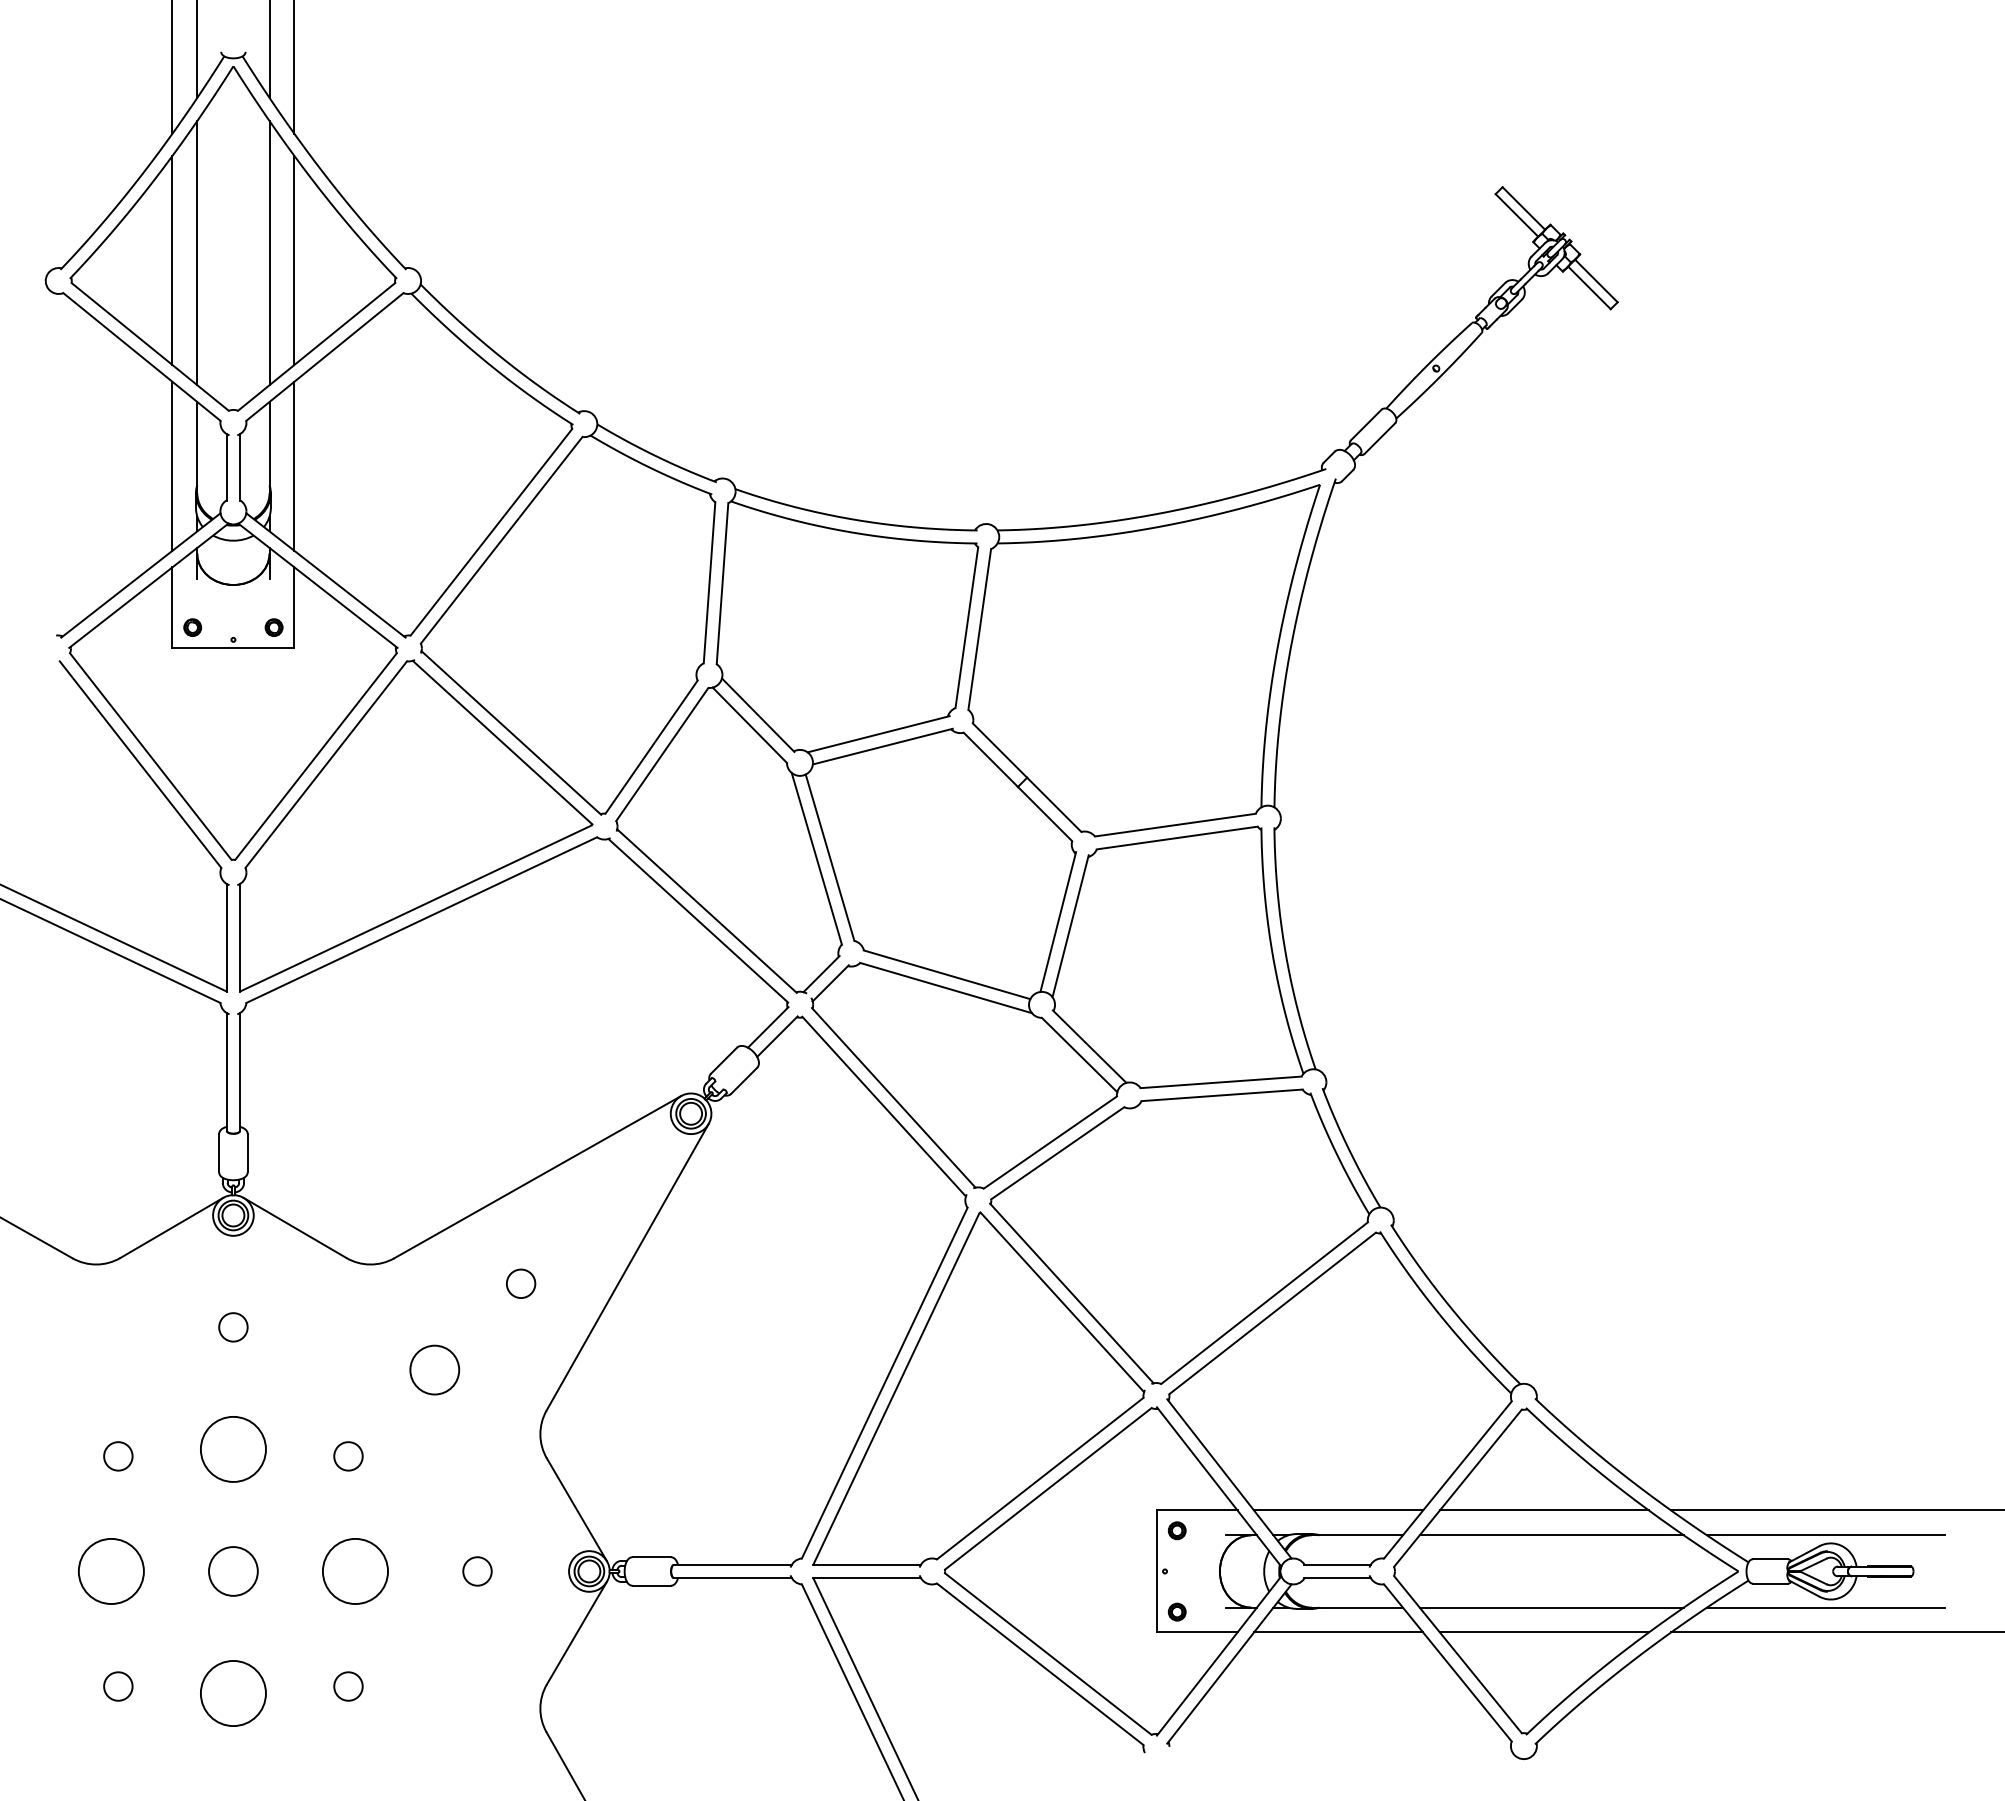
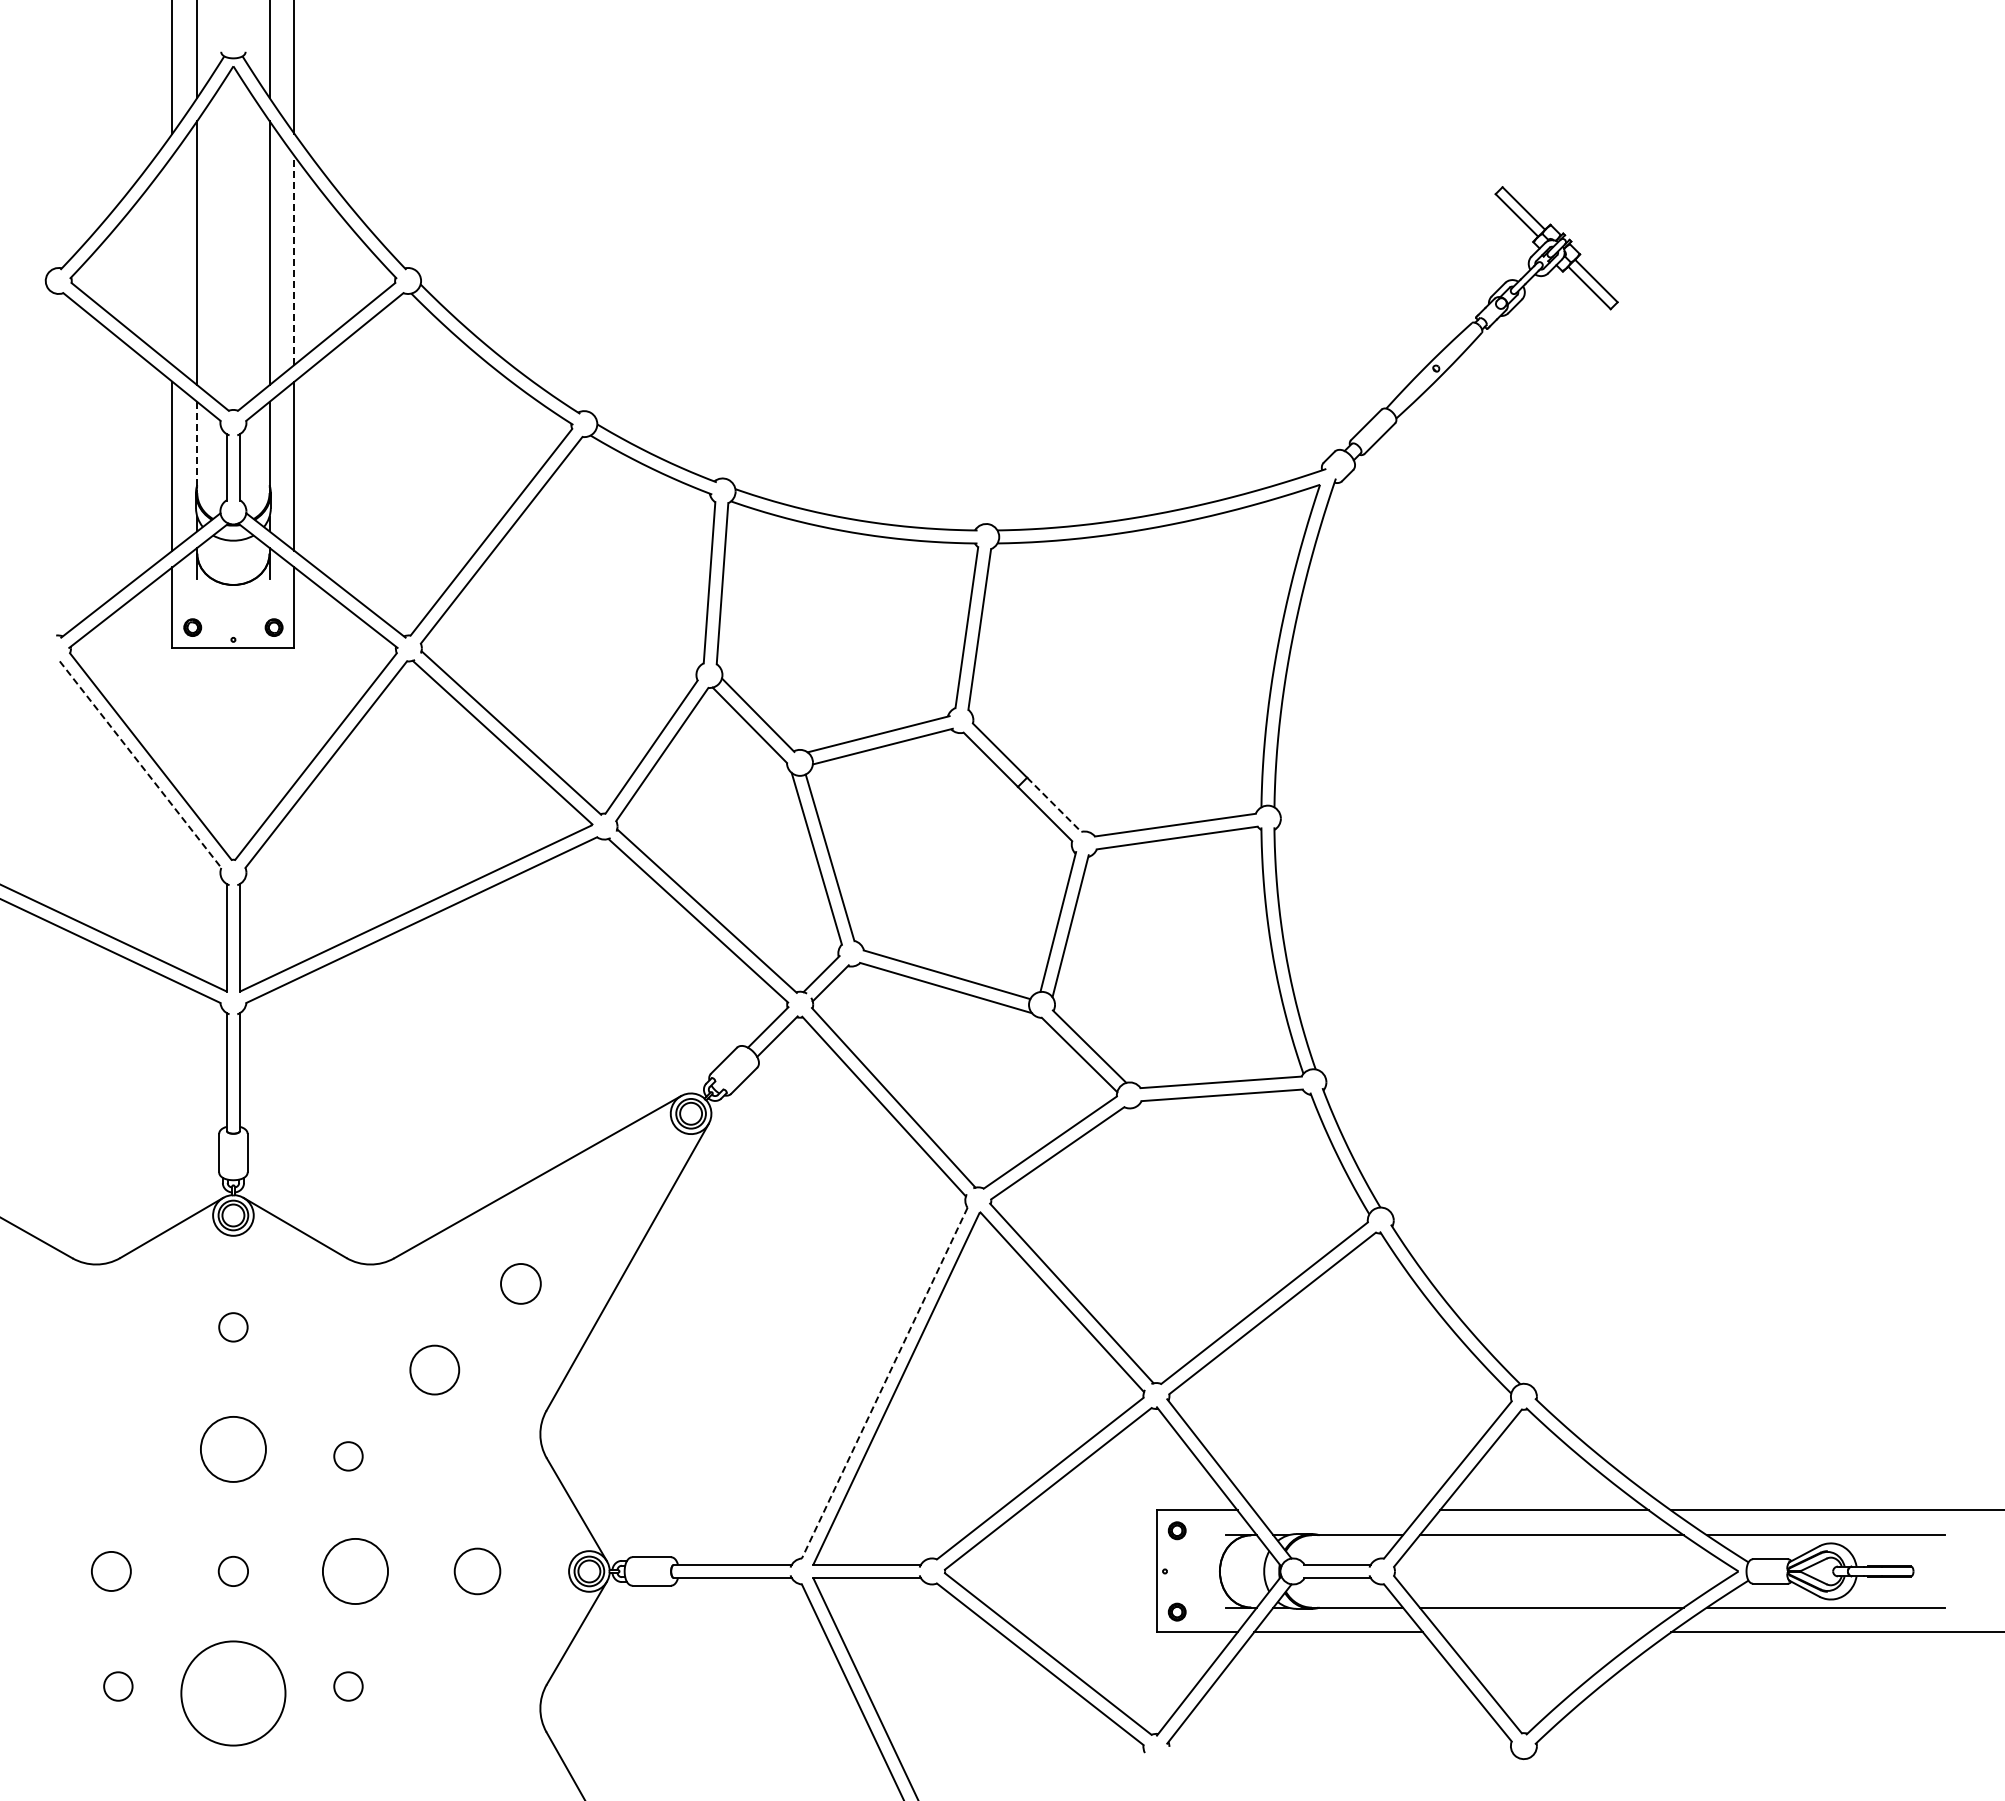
line at (294, 259): solid -> dashed
line at (172, 260): present -> none
line at (197, 447): solid -> dashed
line at (140, 765): solid -> dashed
line at (1054, 805): solid -> dashed
circle at (521, 1283) size: 31x31 px -> 42x42 px
line at (884, 1383): solid -> dashed
circle at (118, 1456): present -> none
line at (1338, 1510): present -> none
circle at (110, 1571) diameter: 65 px -> 39 px
circle at (233, 1571) diameter: 49 px -> 29 px
circle at (477, 1571) size: 31x31 px -> 49x49 px
line at (1543, 1632): present -> none
circle at (232, 1693) diameter: 65 px -> 104 px
